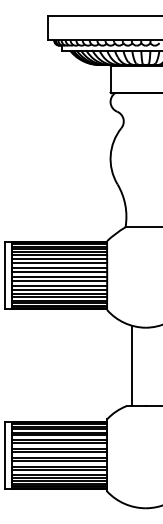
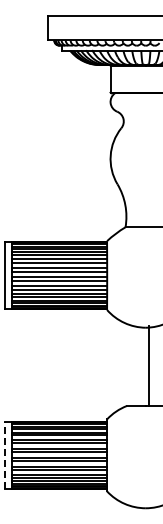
line at (131, 365) position: (131, 365) -> (148, 365)
line at (4, 454): solid -> dashed
